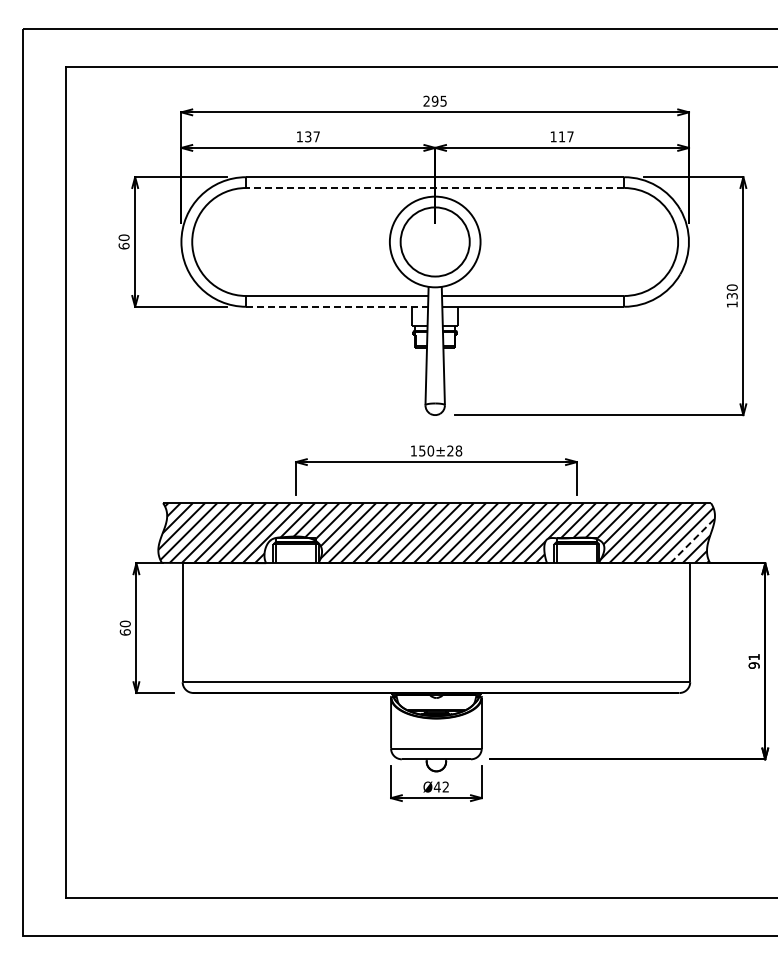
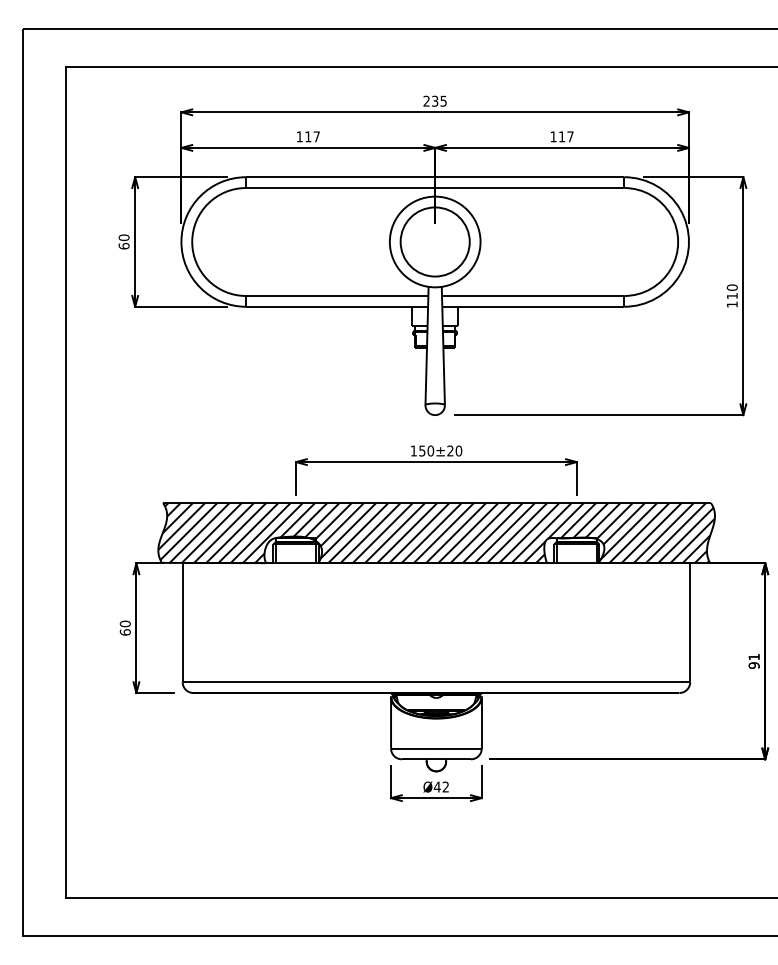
text at (434, 100): 295 -> 235
text at (308, 136): 137 -> 117
line at (435, 188): dashed -> solid
text at (731, 296): 130 -> 110
line at (337, 306): dashed -> solid
text at (458, 450): 150±28 -> 150±20
line at (692, 540): dashed -> solid
